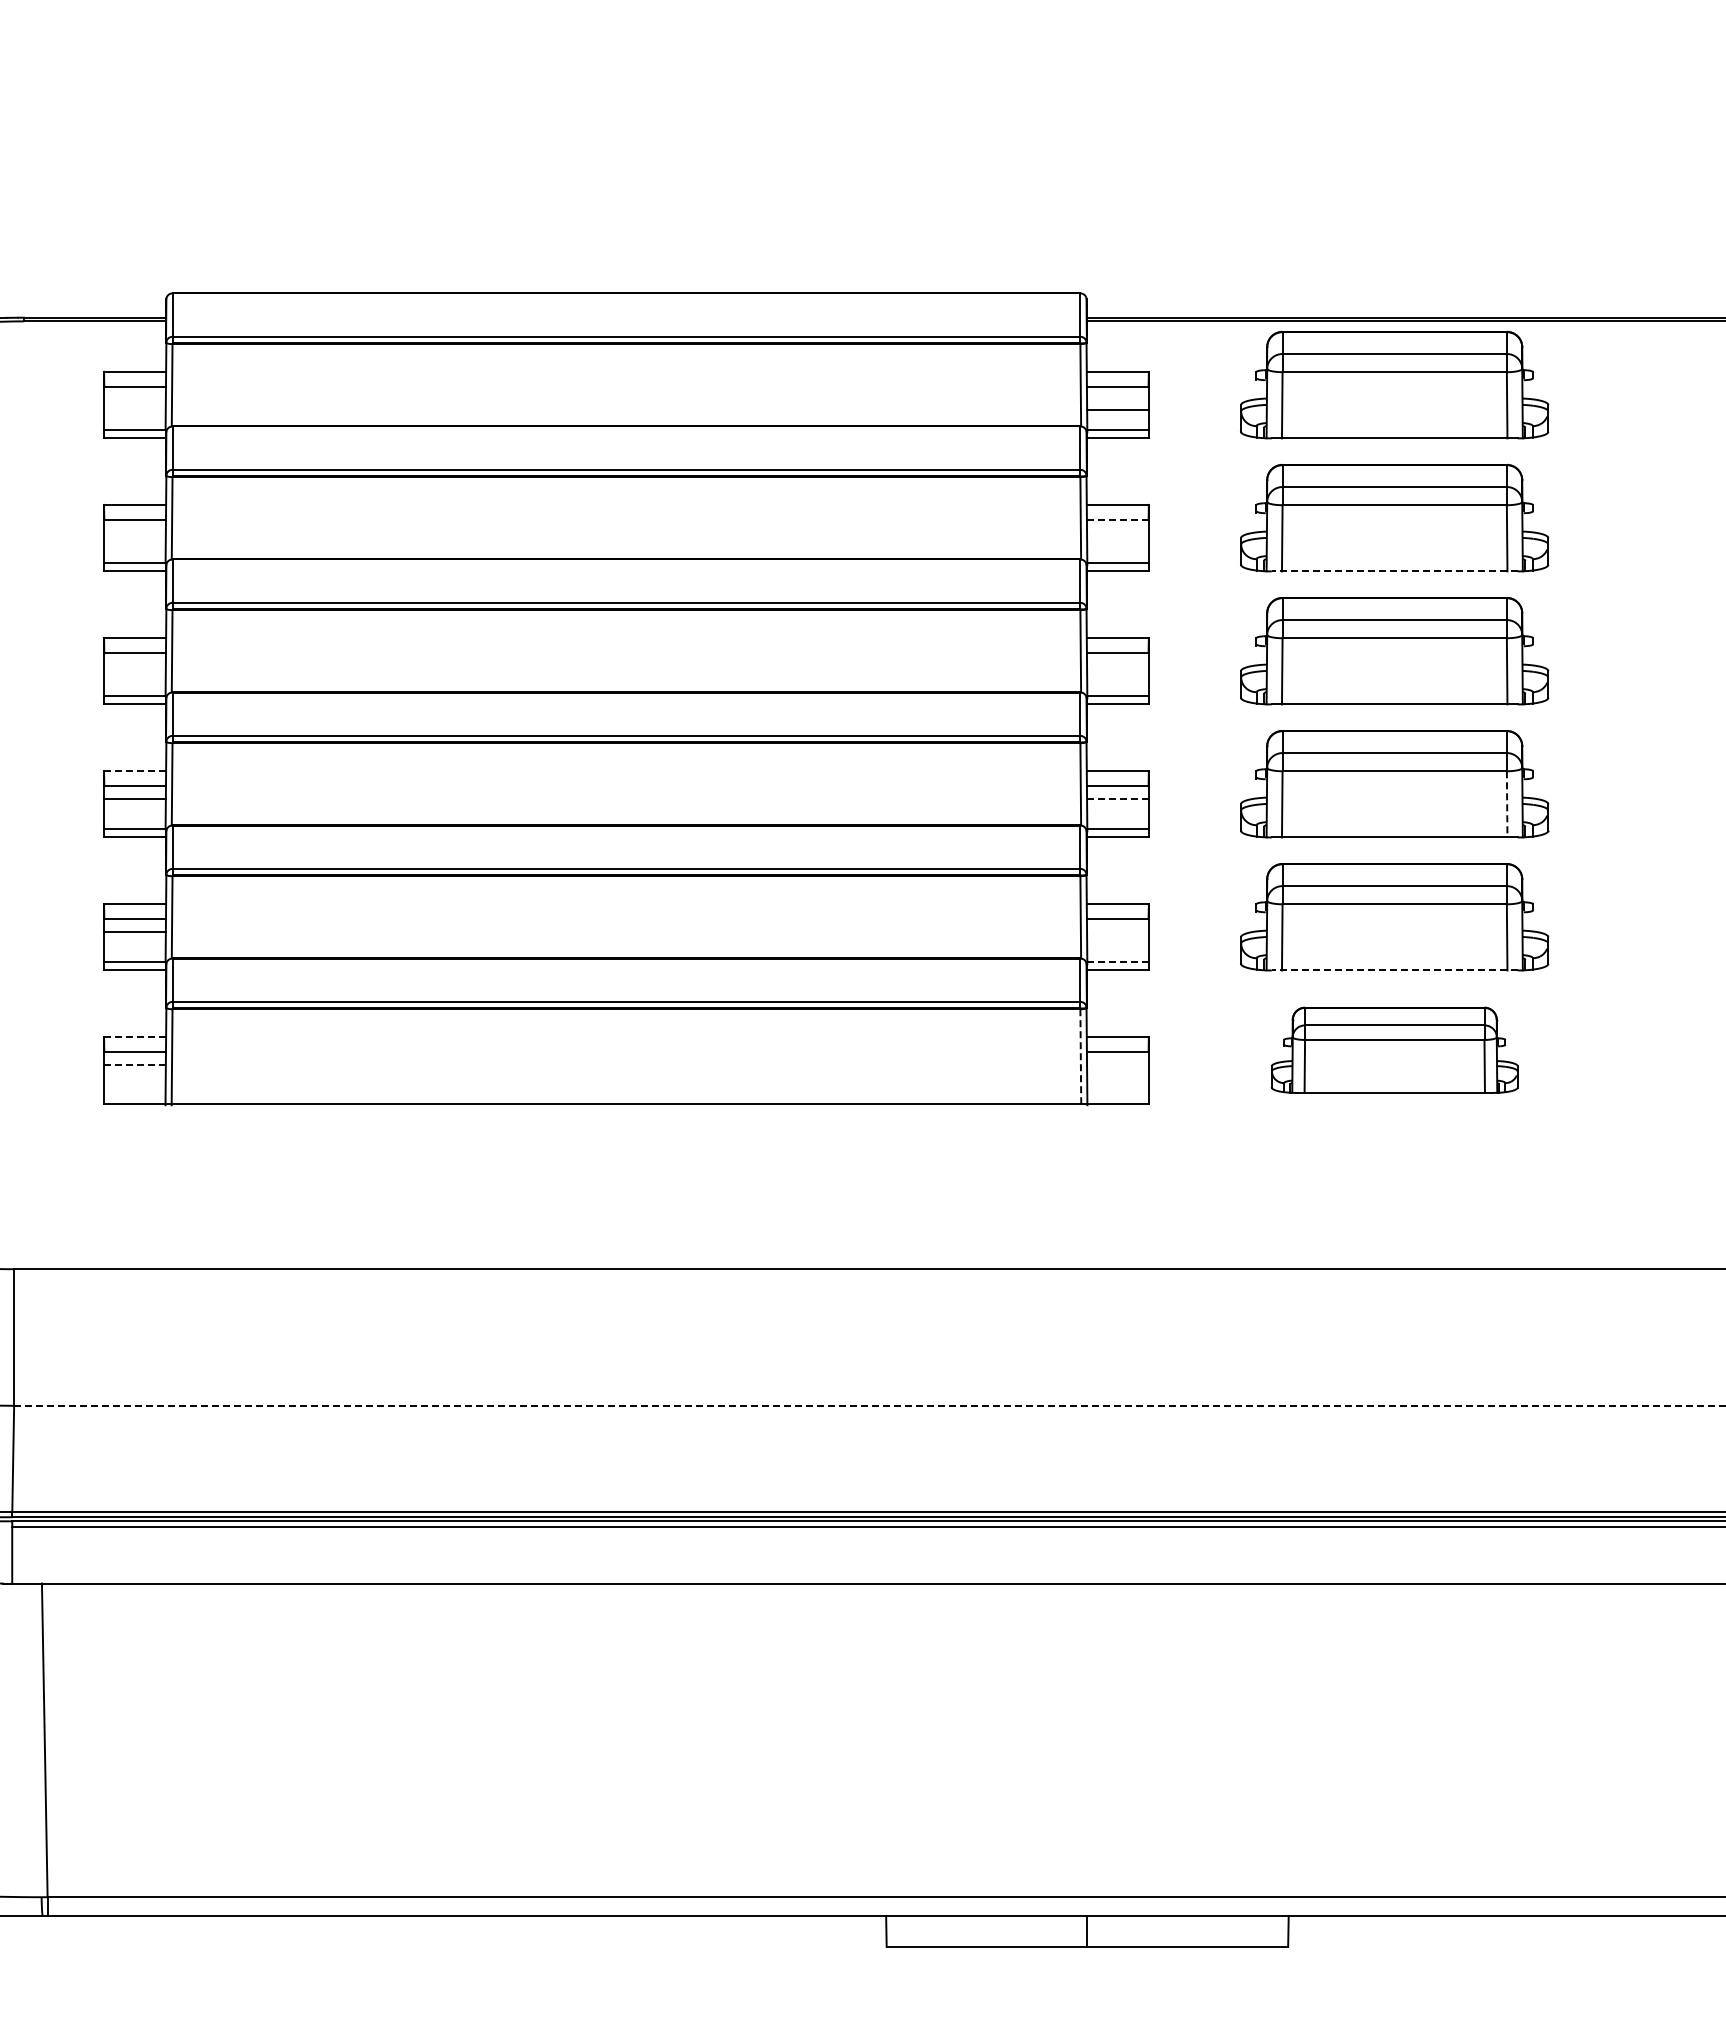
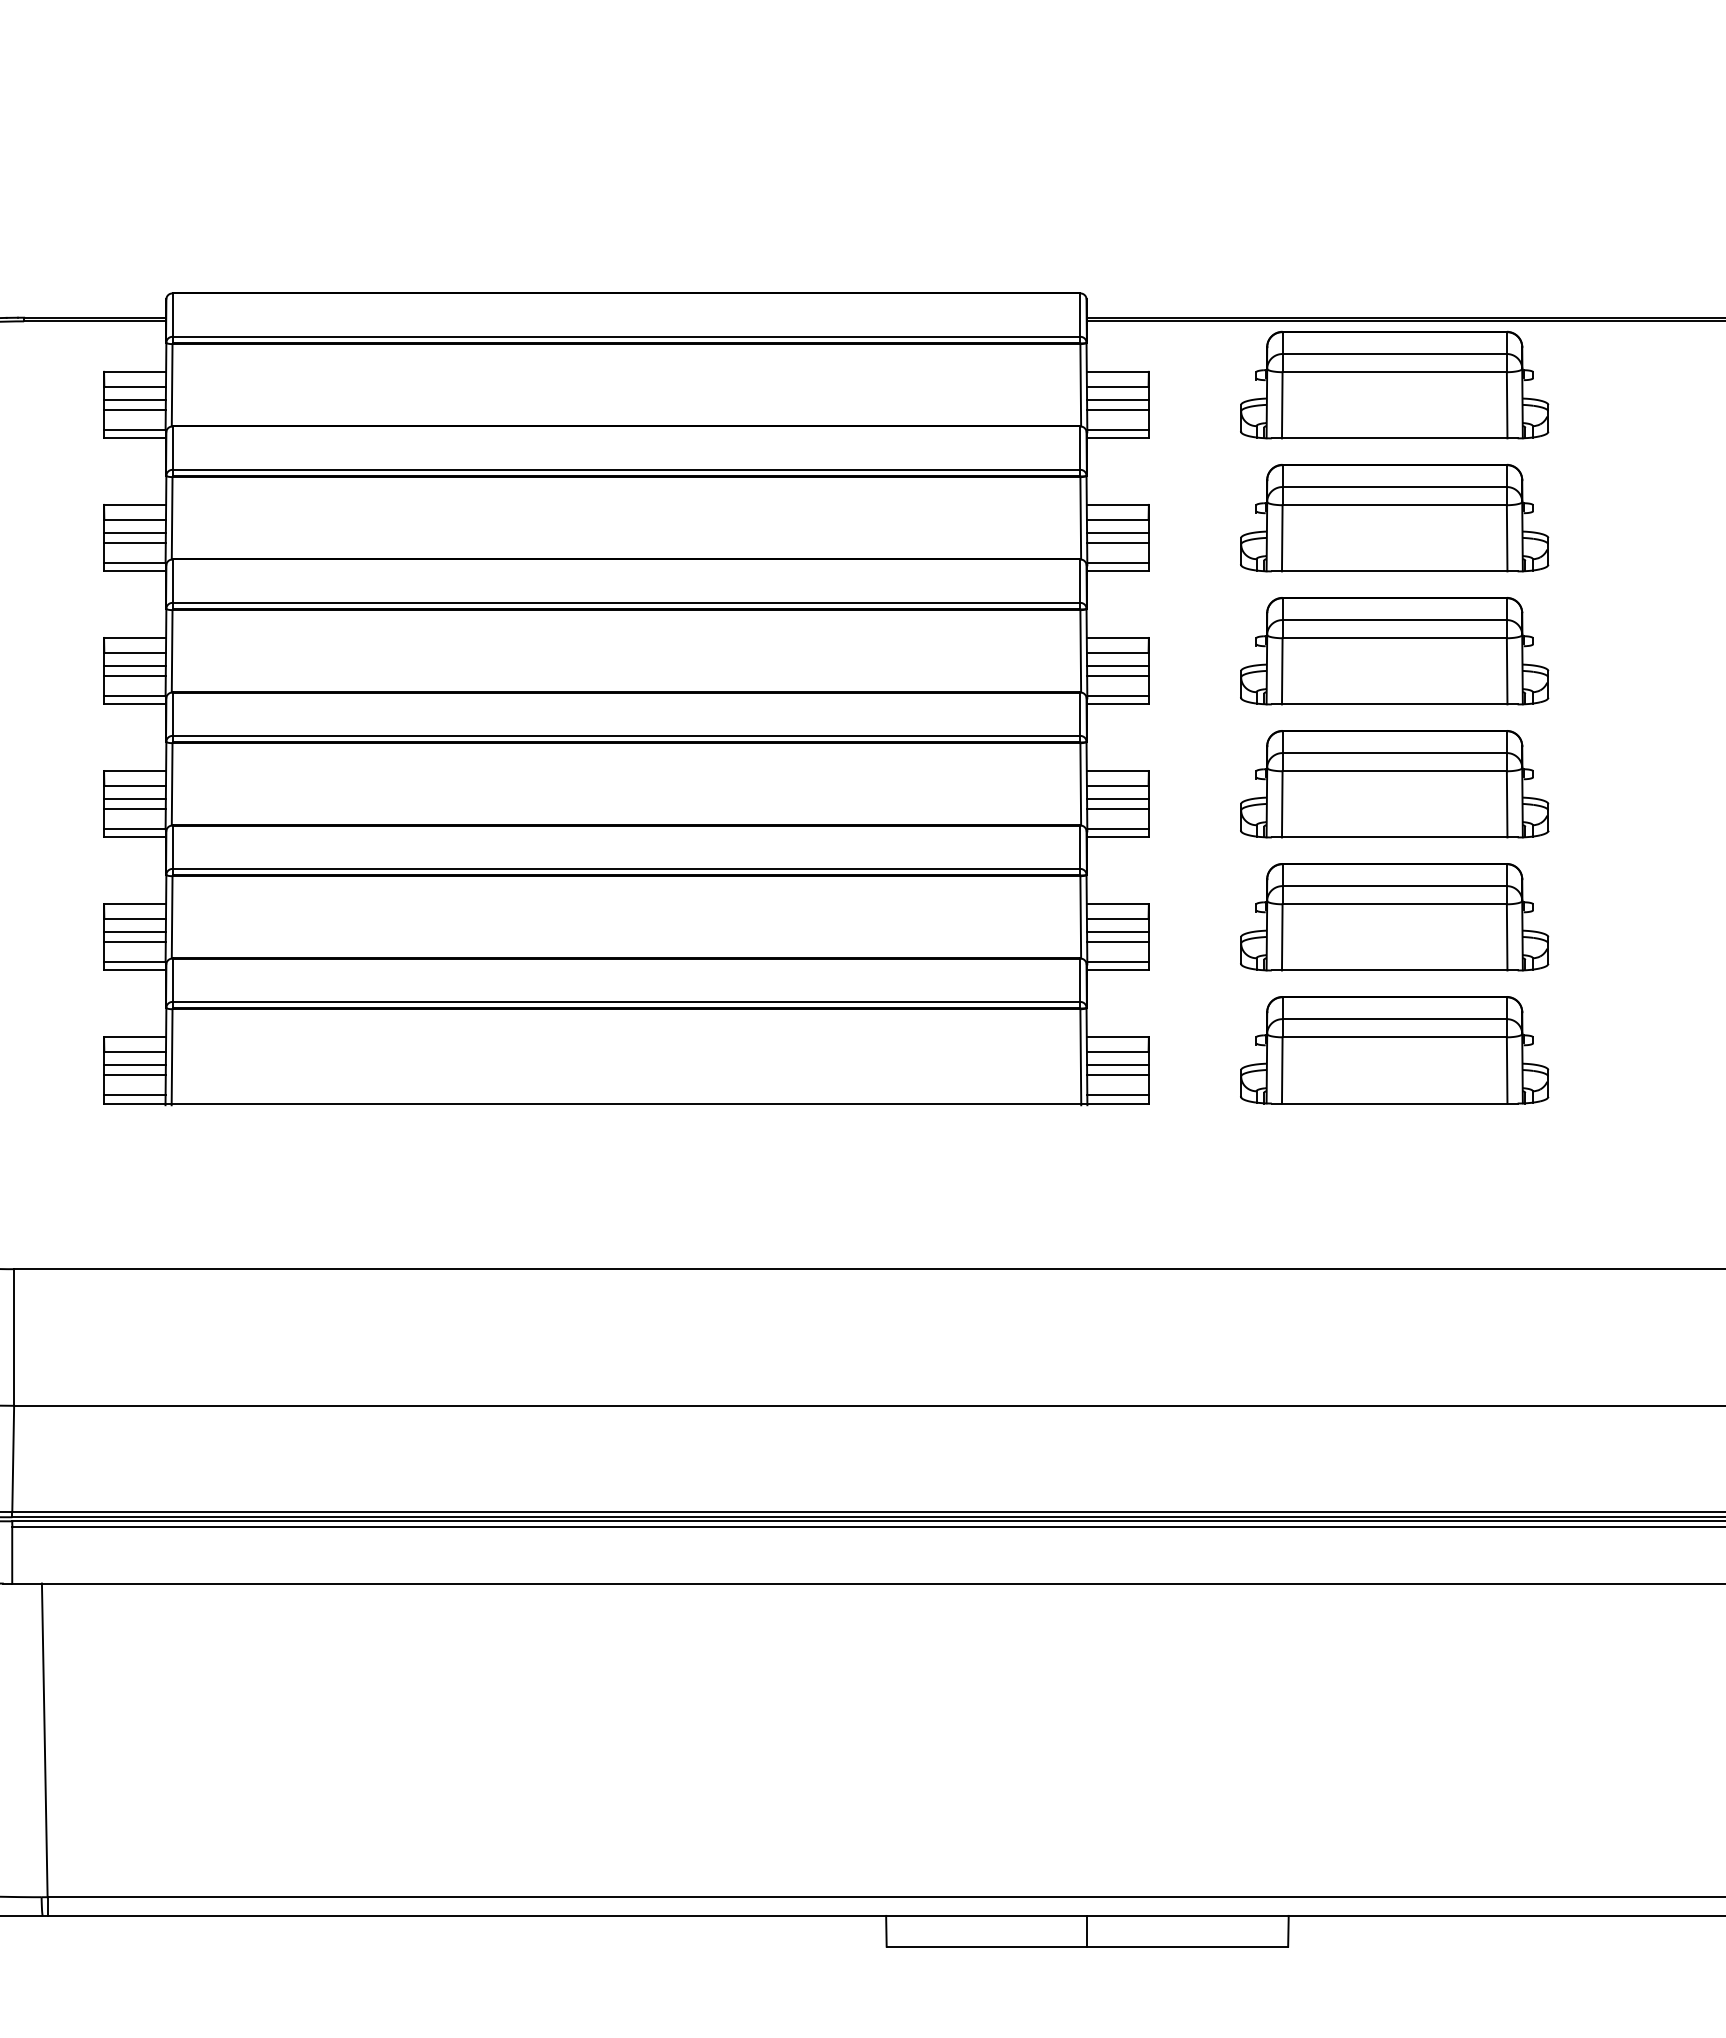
line at (134, 400): none -> present
line at (1117, 400): none -> present
line at (134, 410): none -> present
line at (1117, 519): dashed -> solid
line at (134, 533): none -> present
line at (1117, 533): none -> present
line at (134, 543): none -> present
line at (1117, 543): none -> present
line at (1394, 571): dashed -> solid
line at (134, 666): none -> present
line at (1117, 666): none -> present
line at (134, 676): none -> present
line at (1117, 676): none -> present
line at (134, 770): dashed -> solid
line at (1118, 799): dashed -> solid
line at (1507, 804): dashed -> solid
line at (134, 809): none -> present
line at (1117, 809): none -> present
line at (1117, 932): none -> present
line at (134, 942): none -> present
line at (1117, 942): none -> present
line at (1118, 962): dashed -> solid
line at (1394, 970): dashed -> solid
line at (134, 1036): dashed -> solid
part at (1394, 1049) size: 249x88 px -> 310x109 px
line at (1080, 1057): dashed -> solid
line at (134, 1065): dashed -> solid
line at (1117, 1065): none -> present
line at (134, 1075): none -> present
line at (1117, 1075): none -> present
line at (134, 1095): none -> present
line at (1117, 1095): none -> present
line at (869, 1405): dashed -> solid
